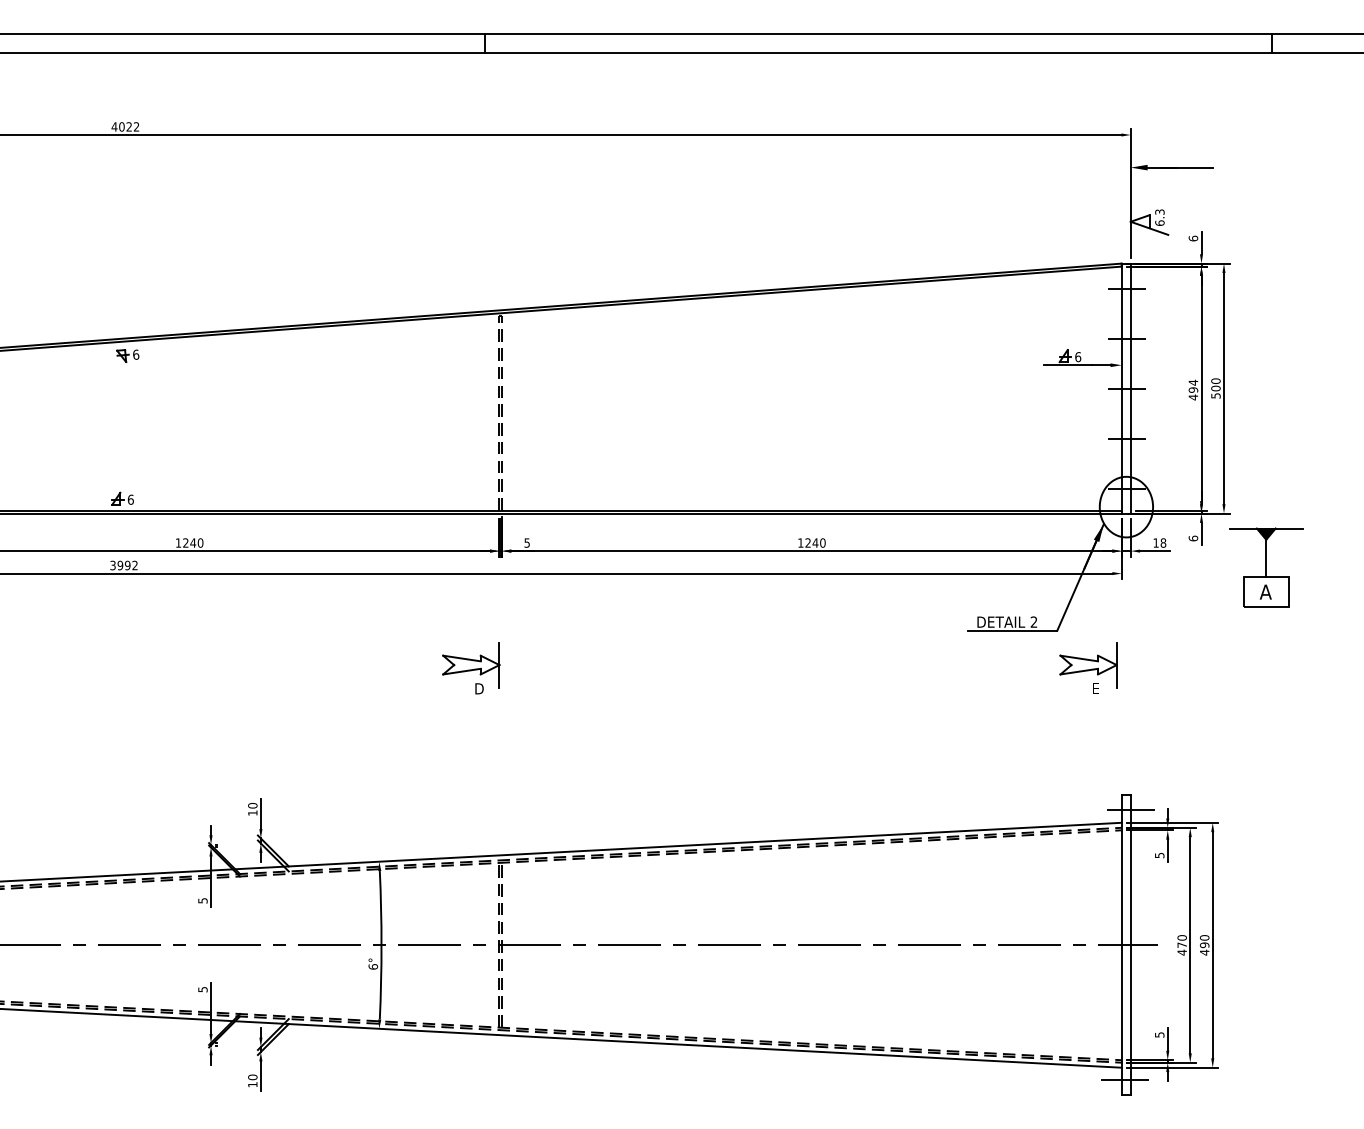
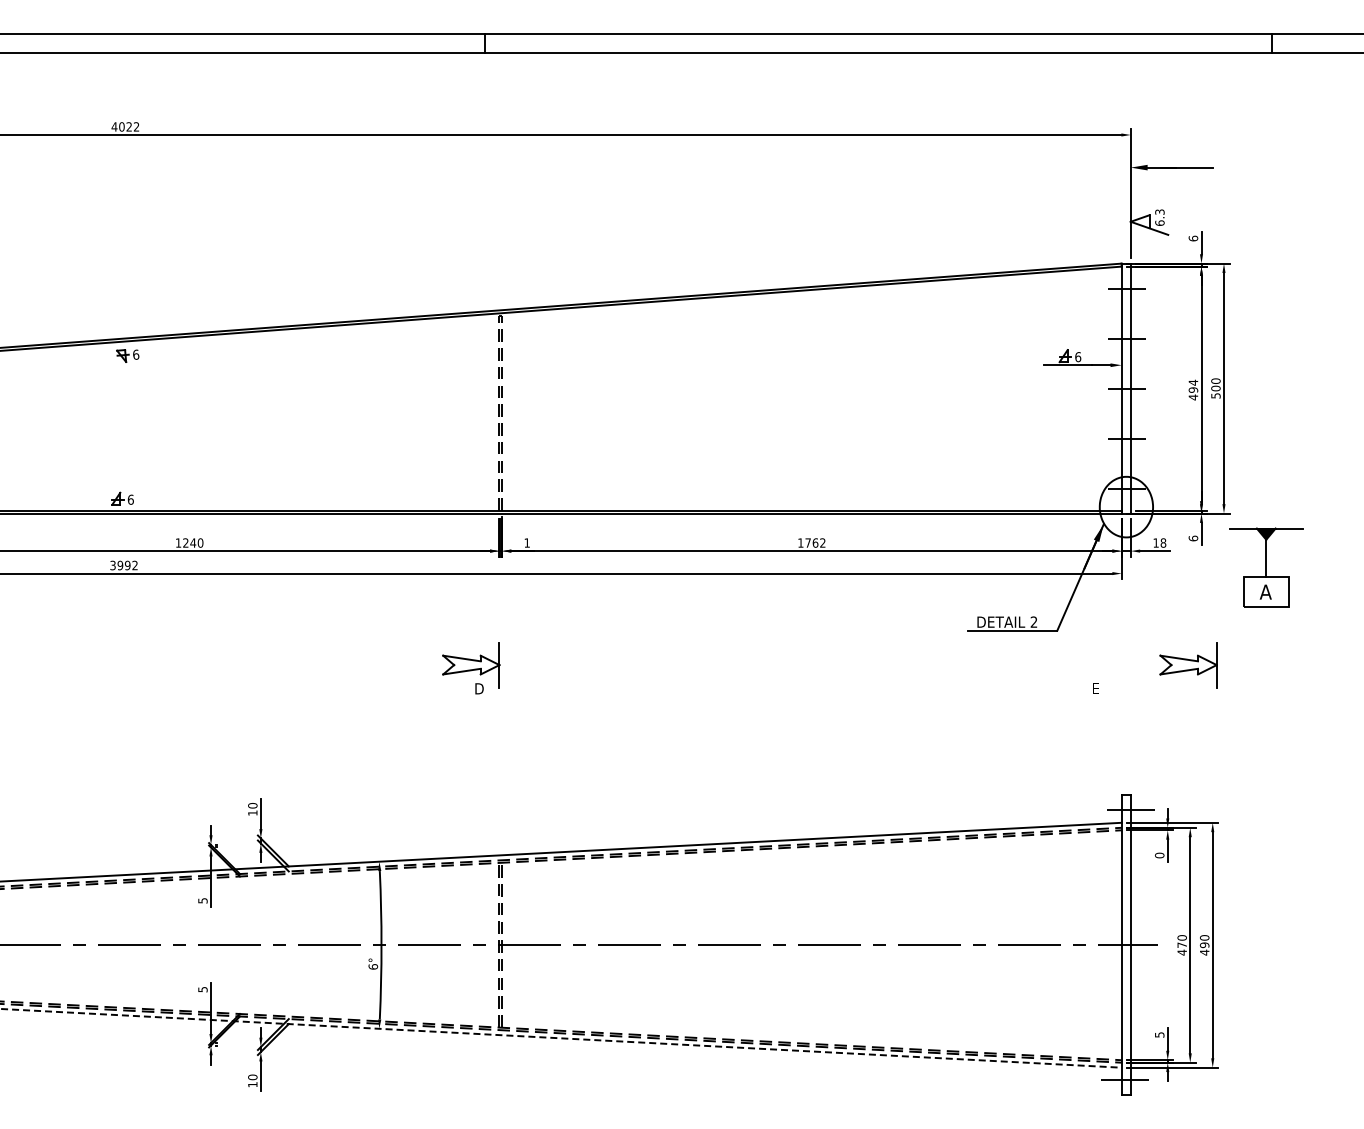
text at (526, 542): 5 -> 1
text at (815, 542): 1240 -> 1762
part at (1088, 665) position: (1088, 665) -> (1188, 665)
text at (1159, 855): 5 -> 0
line at (561, 1038): solid -> dashed
